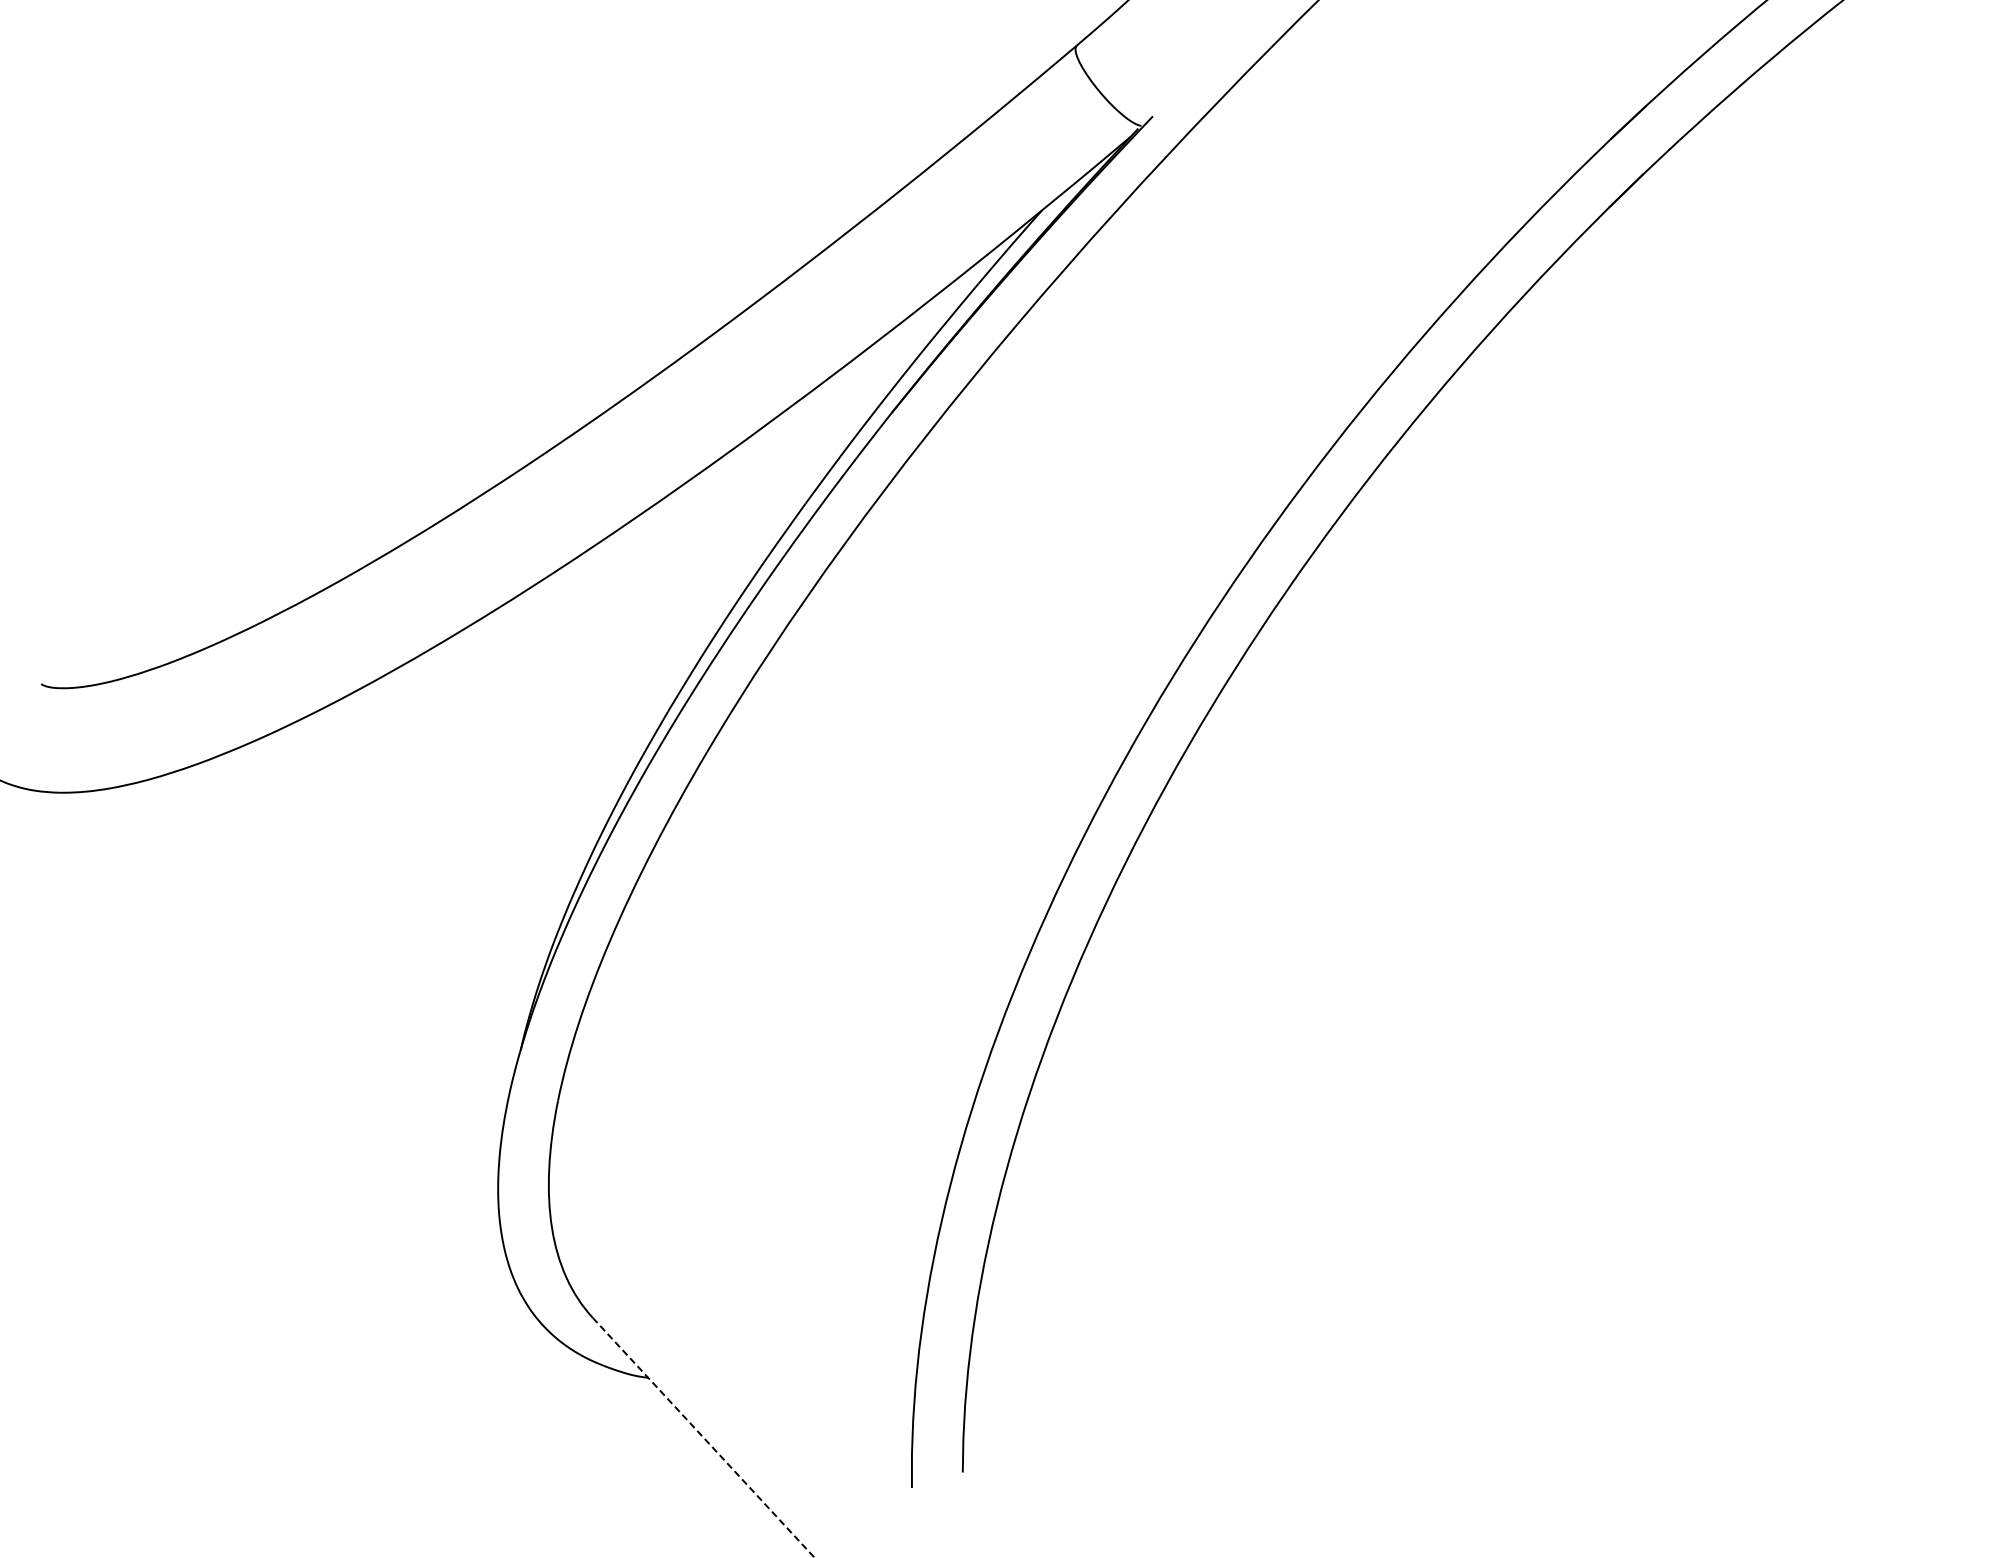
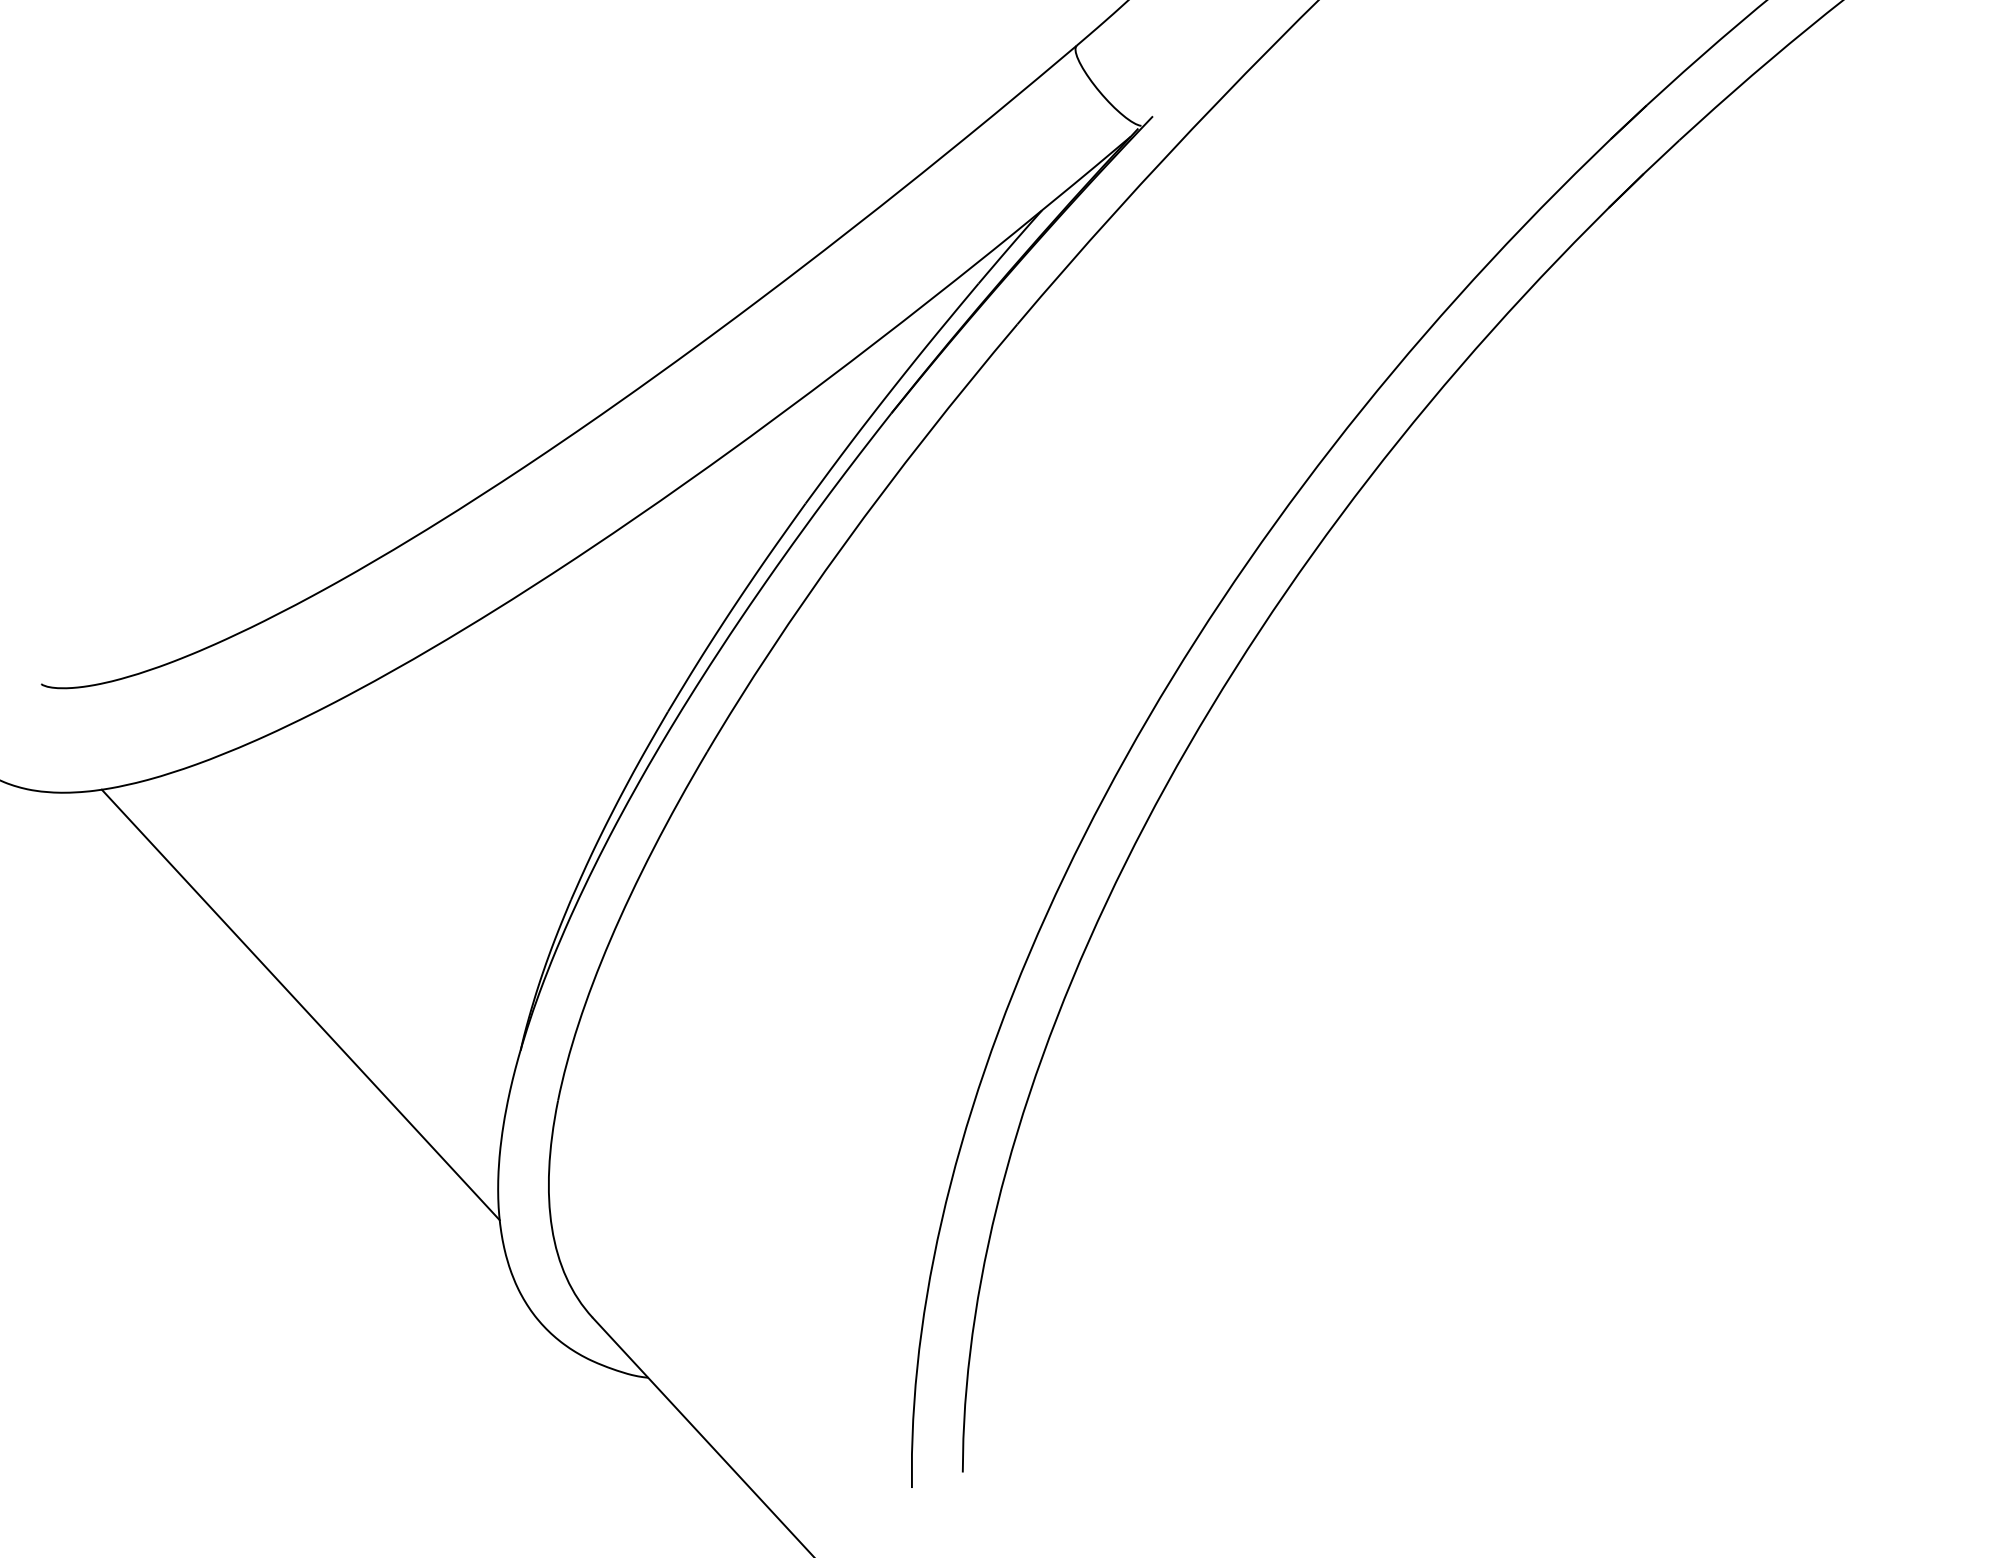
line at (300, 1004): none -> present
line at (704, 1438): dashed -> solid
